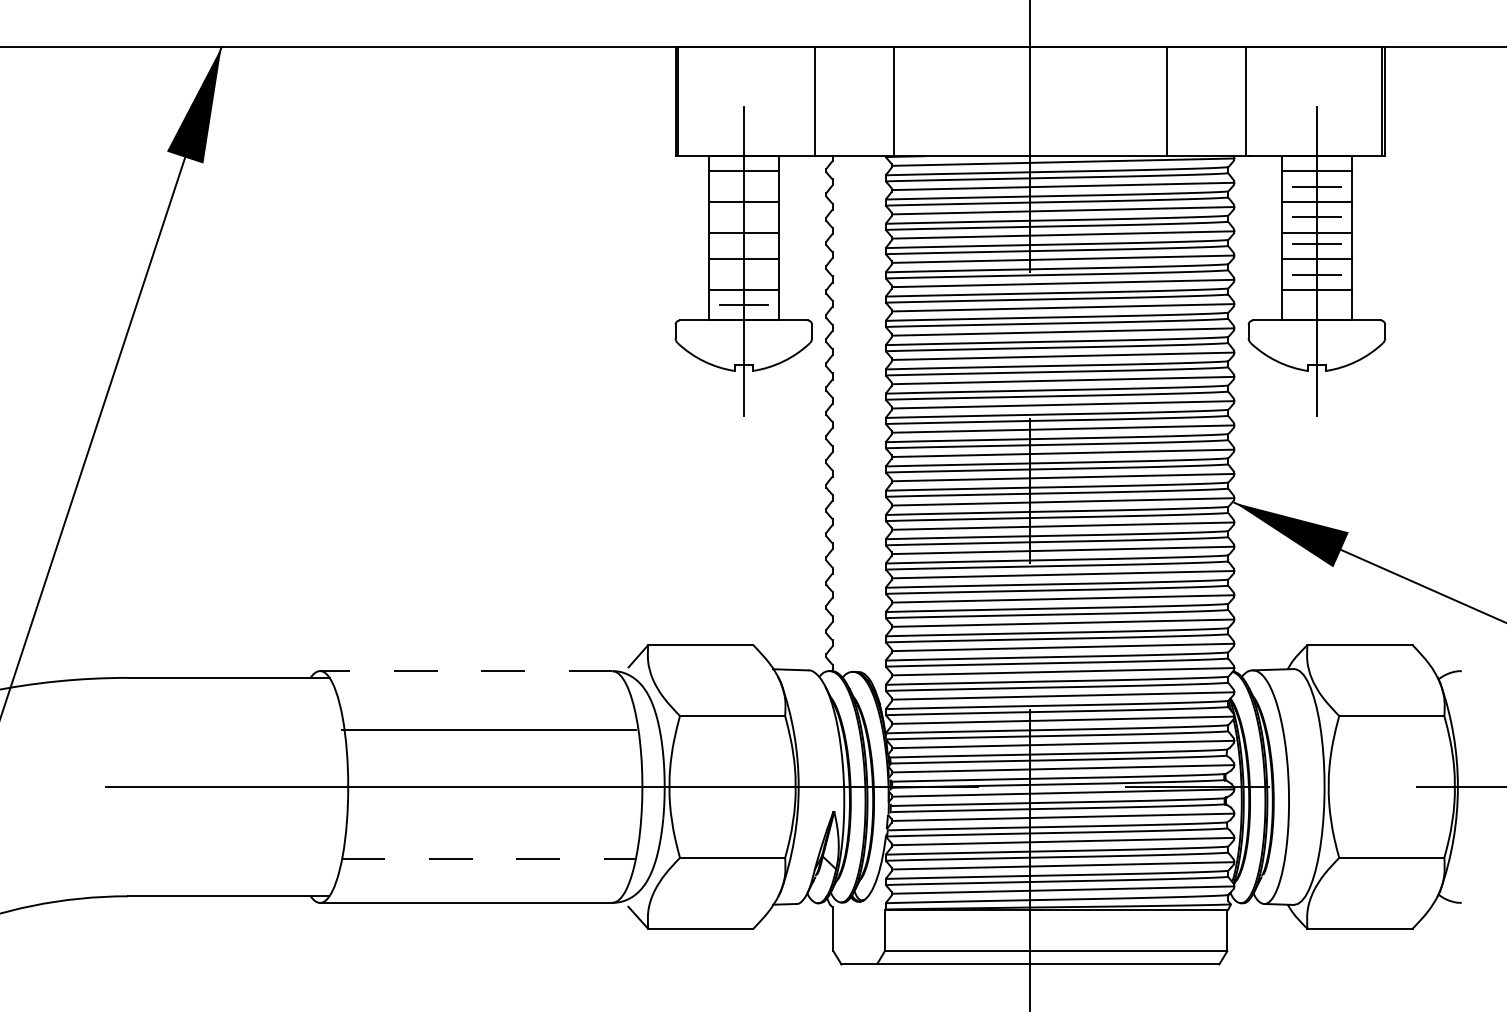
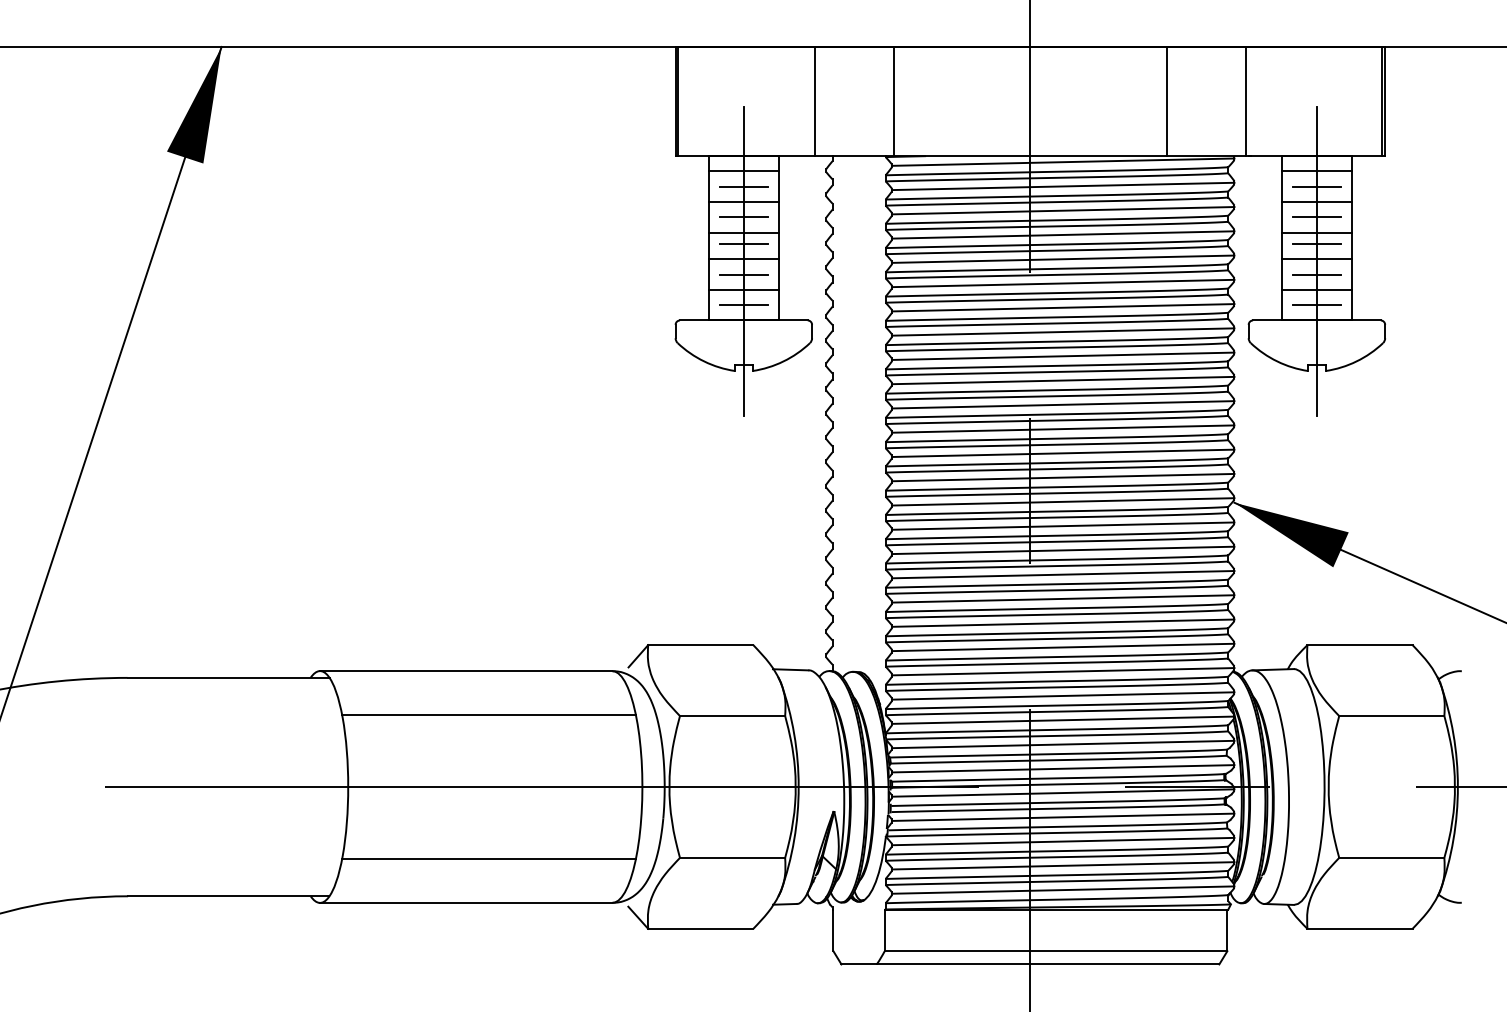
line at (743, 186): none -> present
line at (743, 217): none -> present
line at (743, 244): none -> present
line at (743, 274): none -> present
line at (1316, 305): none -> present
line at (465, 671): dashed -> solid
line at (488, 729) position: (488, 729) -> (488, 714)
line at (489, 859): dashed -> solid
